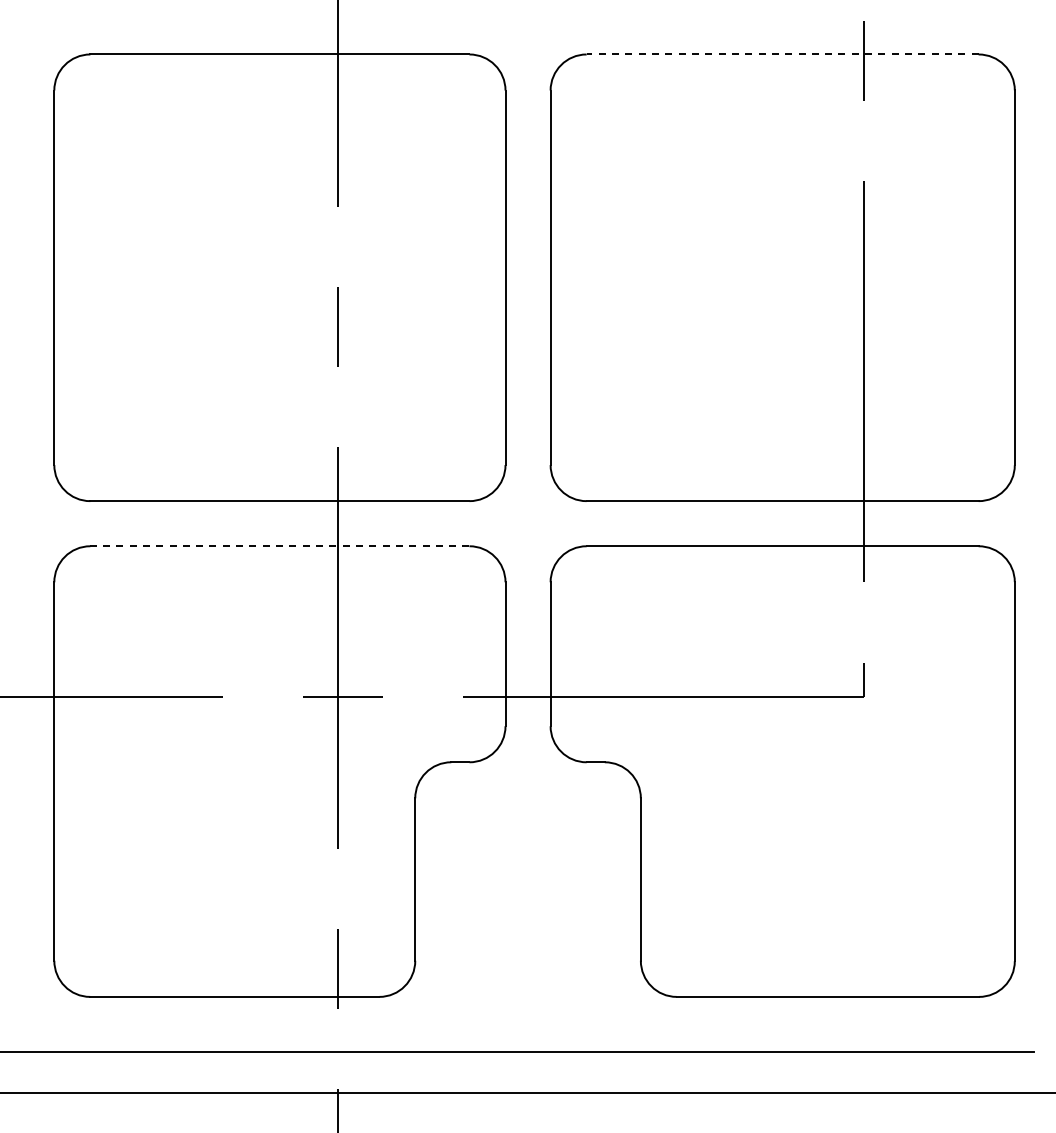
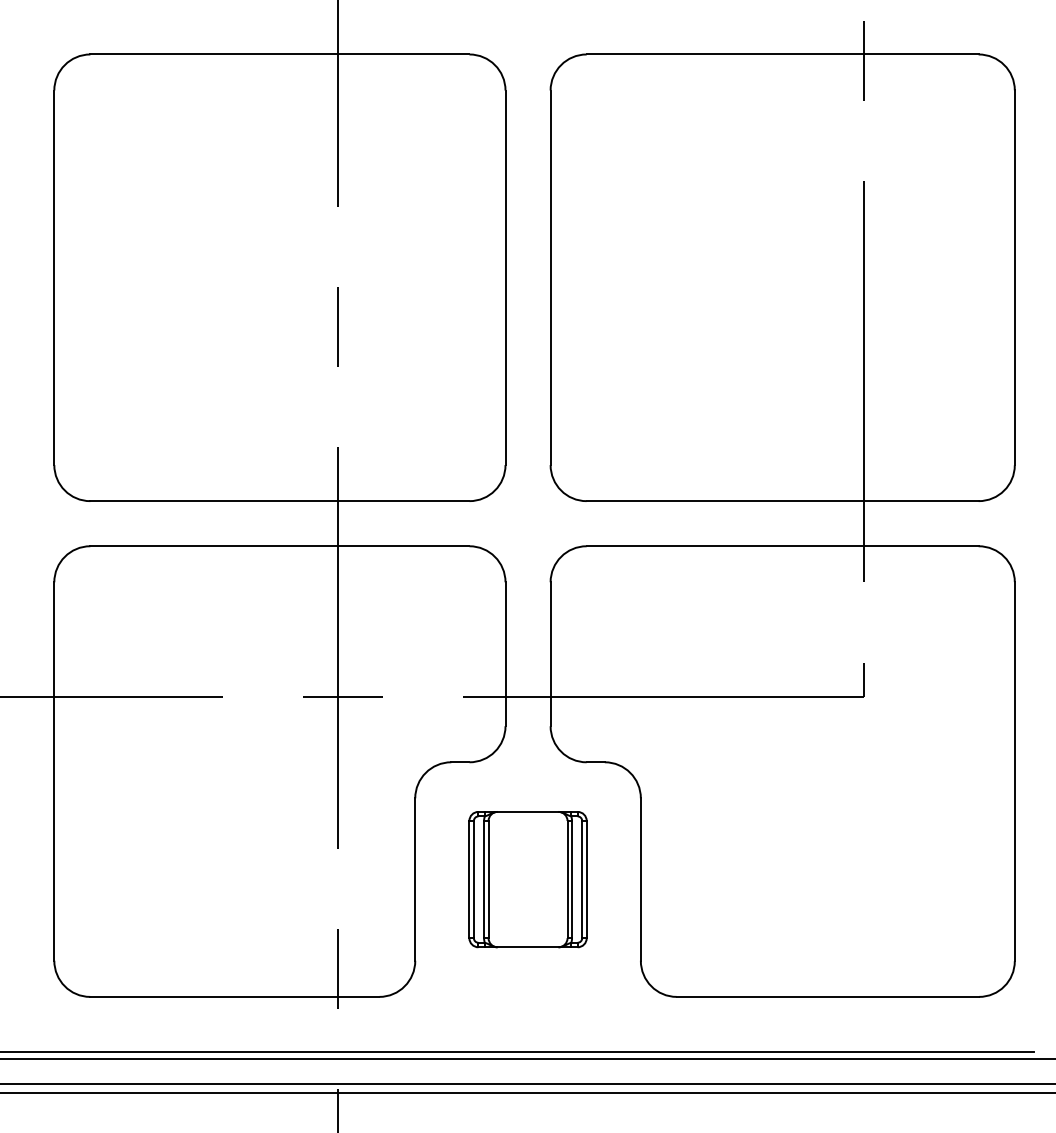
line at (782, 54): dashed -> solid
line at (279, 546): dashed -> solid
part at (527, 879): none -> present
line at (527, 1059): none -> present
line at (527, 1083): none -> present
